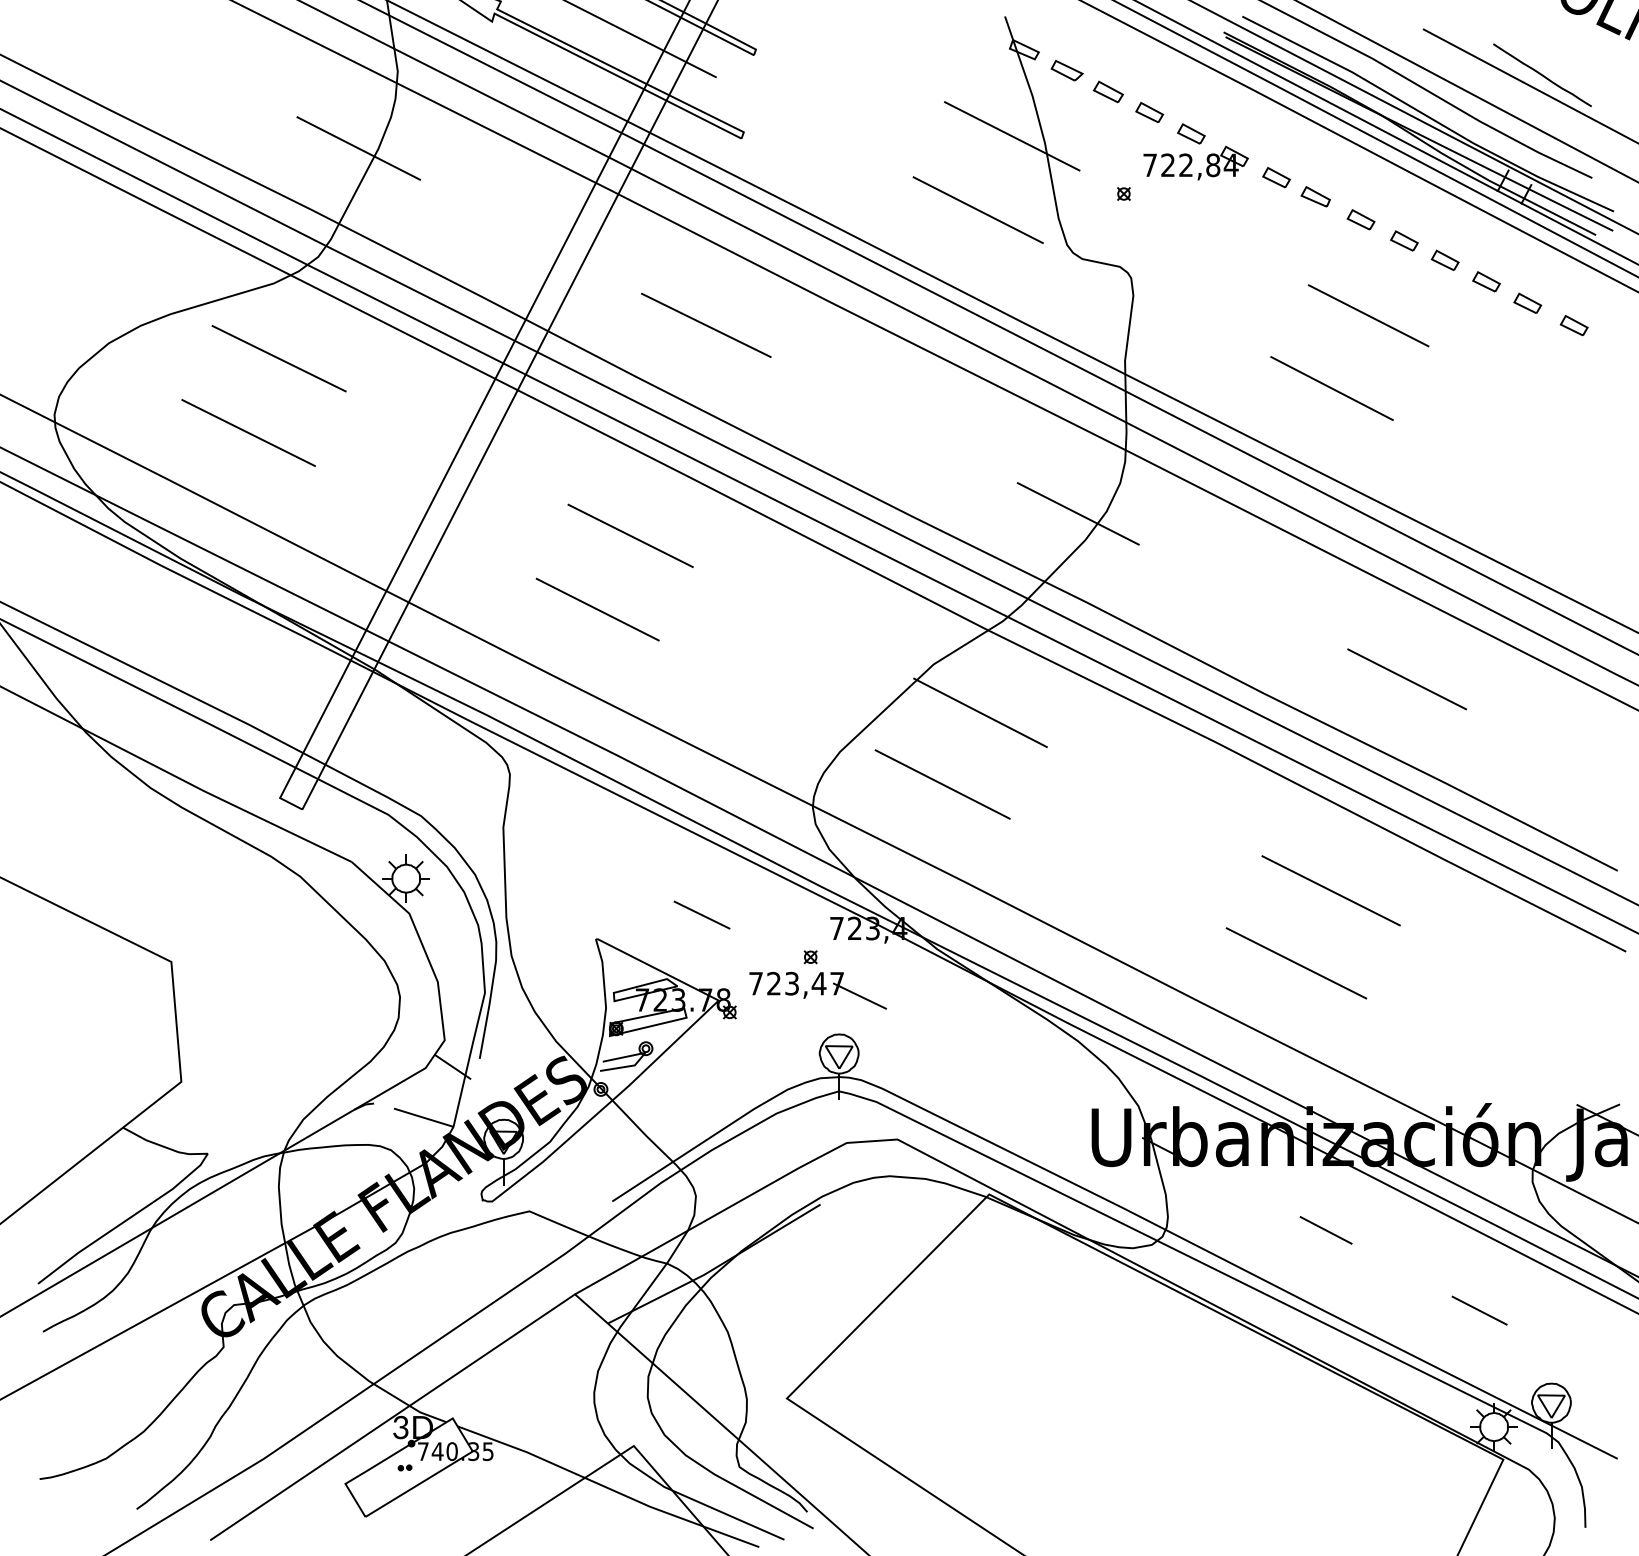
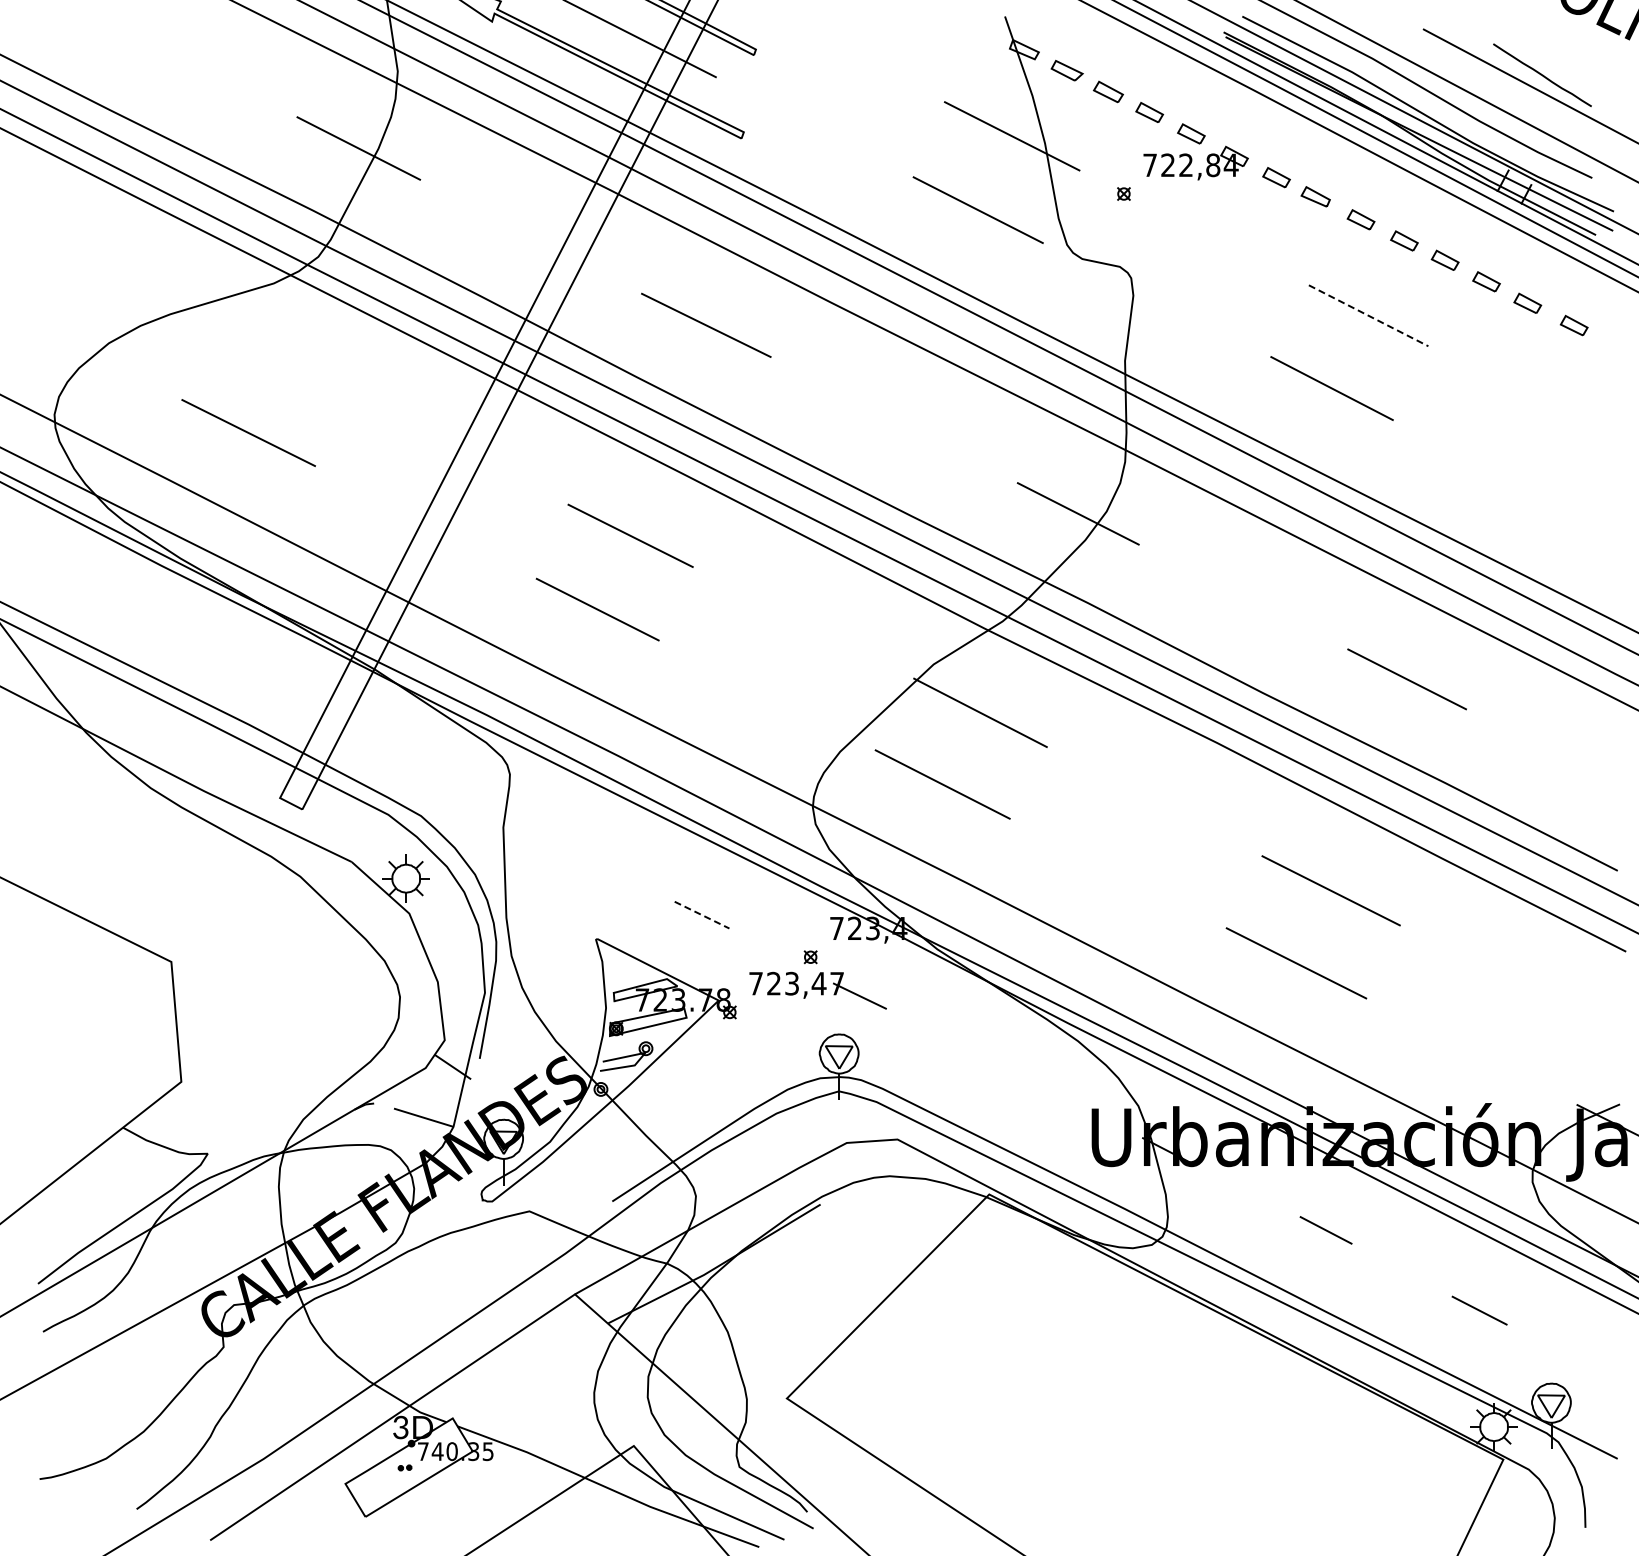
line at (1369, 316): solid -> dashed
line at (278, 358): present -> none
line at (702, 915): solid -> dashed
